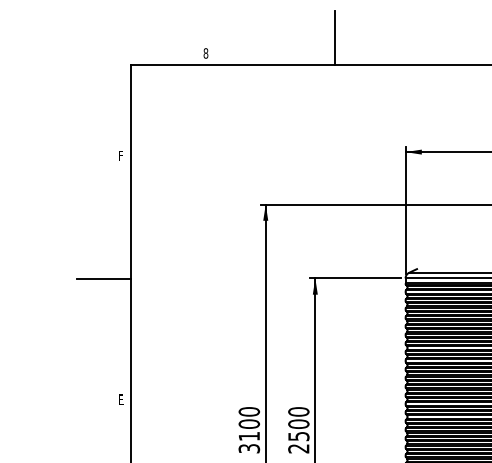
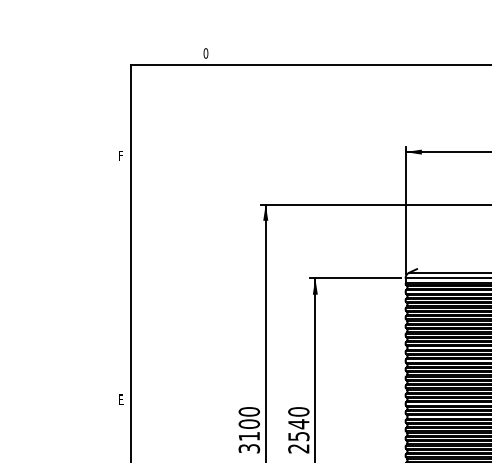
line at (335, 37): present -> none
text at (205, 53): 8 -> 0
line at (103, 279): present -> none
text at (298, 424): 2500 -> 2540
